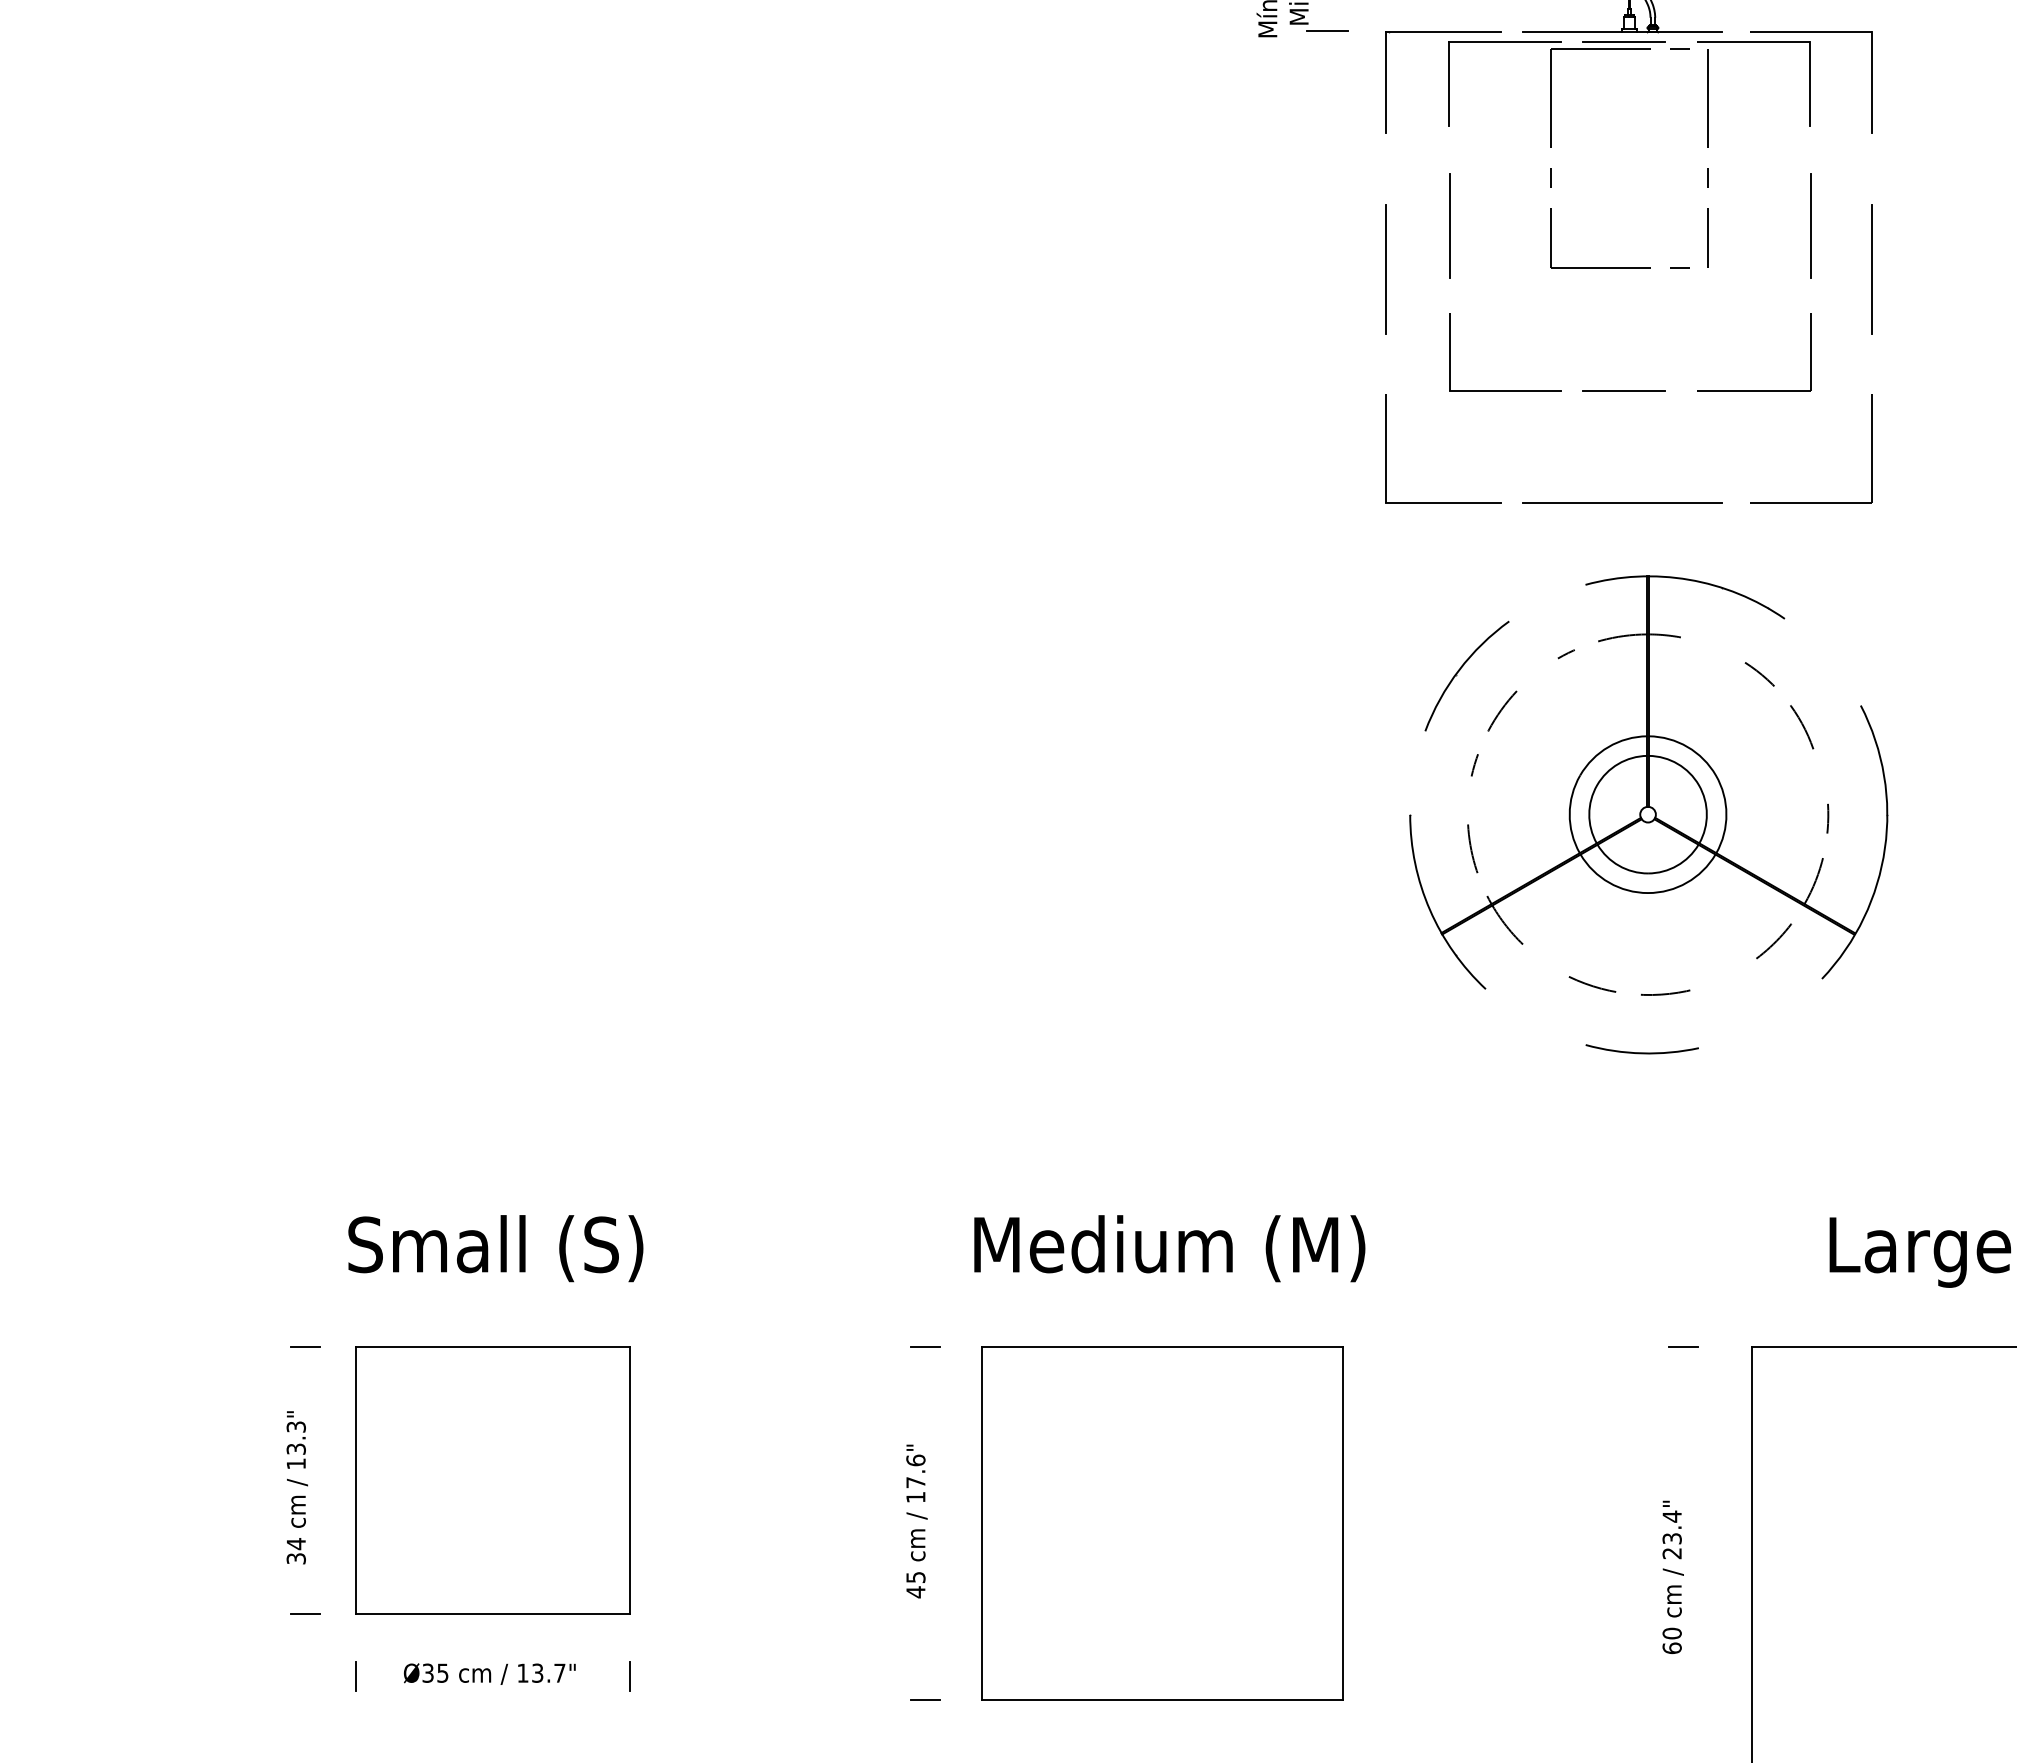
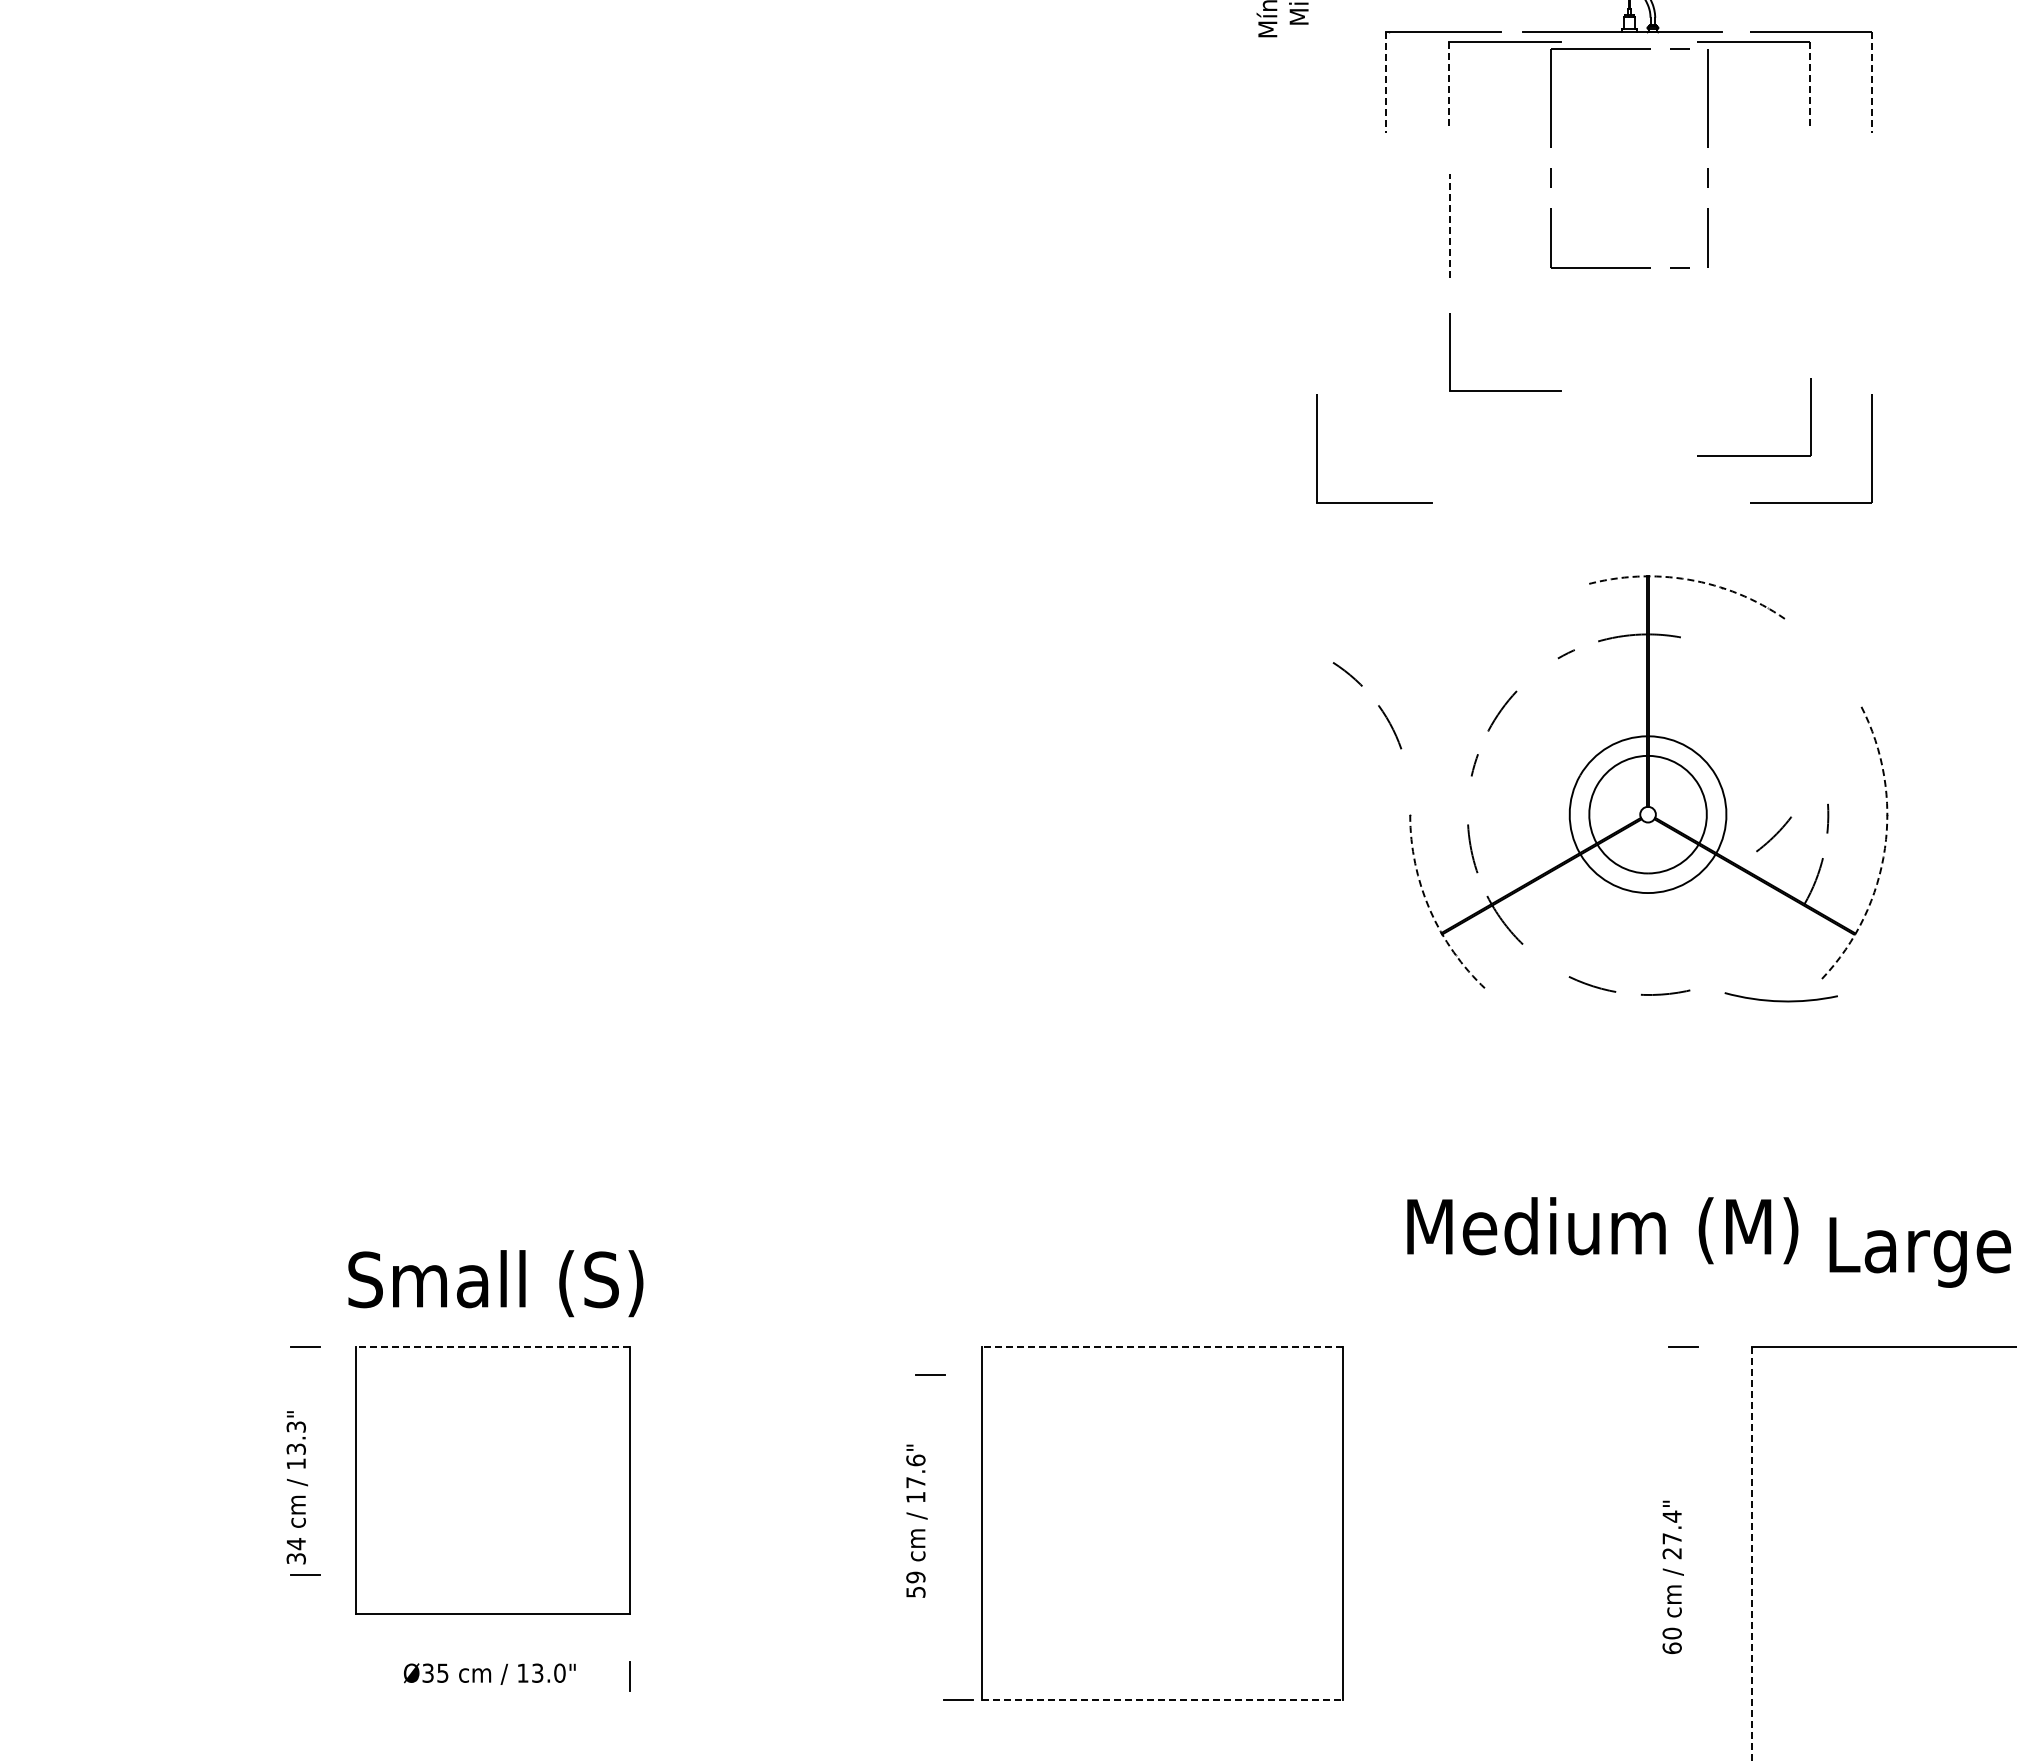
line at (1327, 30): present -> none
line at (1623, 42): present -> none
line at (1385, 82): solid -> dashed
line at (1872, 82): solid -> dashed
line at (1449, 83): solid -> dashed
line at (1810, 83): solid -> dashed
line at (1450, 226): solid -> dashed
line at (1811, 226): present -> none
line at (1385, 269): present -> none
line at (1872, 269): present -> none
line at (1623, 390): present -> none
part at (1754, 390) position: (1754, 390) -> (1754, 455)
part at (1443, 502) position: (1443, 502) -> (1374, 502)
line at (1622, 502): present -> none
arc at (1688, 579): solid -> dashed
part at (1460, 670): present -> none
arc at (1790, 705) position: (1790, 705) -> (1378, 705)
arc at (1884, 848): solid -> dashed
arc at (1429, 909): solid -> dashed
arc at (1774, 941) position: (1774, 941) -> (1774, 834)
arc at (1641, 1052) position: (1641, 1052) -> (1780, 1000)
text at (495, 1248) position: (495, 1248) -> (495, 1283)
text at (1169, 1248) position: (1169, 1248) -> (1602, 1230)
line at (925, 1346) position: (925, 1346) -> (930, 1374)
line at (492, 1347): solid -> dashed
line at (1162, 1347): solid -> dashed
text at (1671, 1538): 23.4" -> 27.4"
line at (1751, 1554): solid -> dashed
text at (915, 1584): 45 -> 59
line at (305, 1613) position: (305, 1613) -> (305, 1574)
text at (559, 1672): 13.7" -> 13.0"
line at (355, 1675): present -> none
line at (925, 1699) position: (925, 1699) -> (958, 1699)
line at (1163, 1699): solid -> dashed
